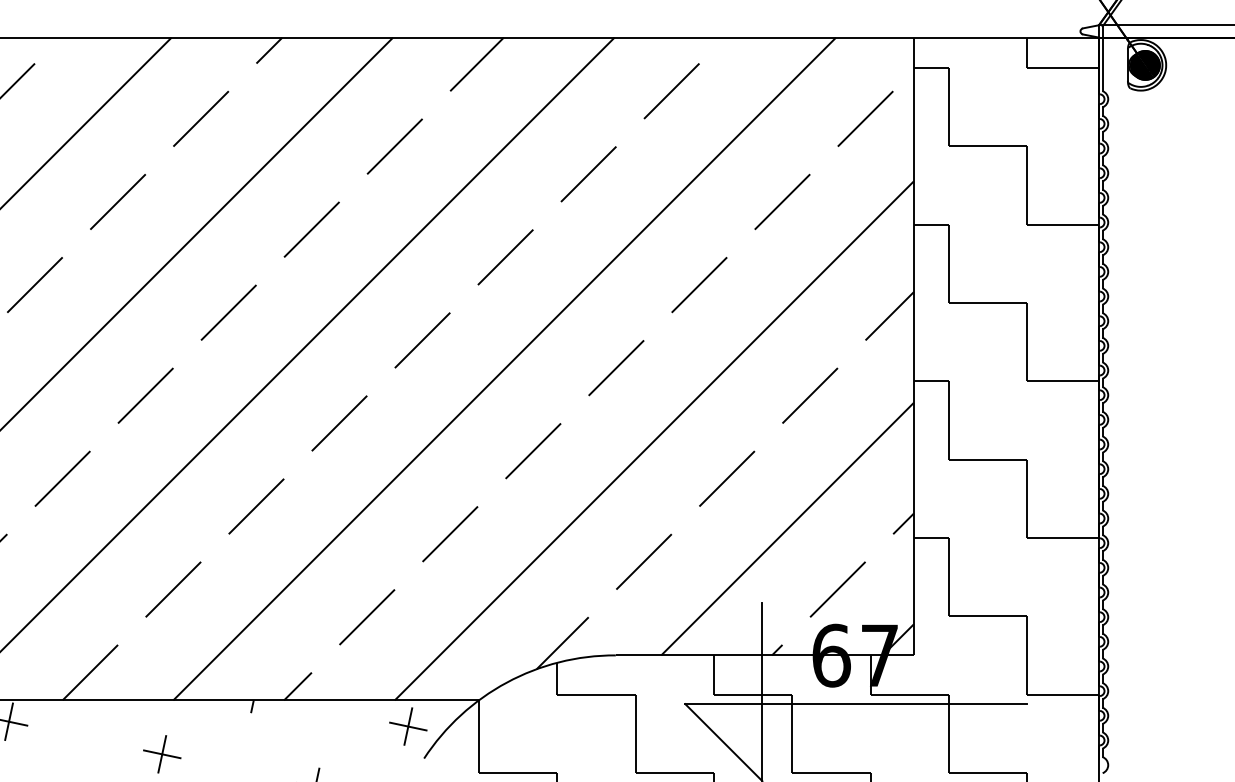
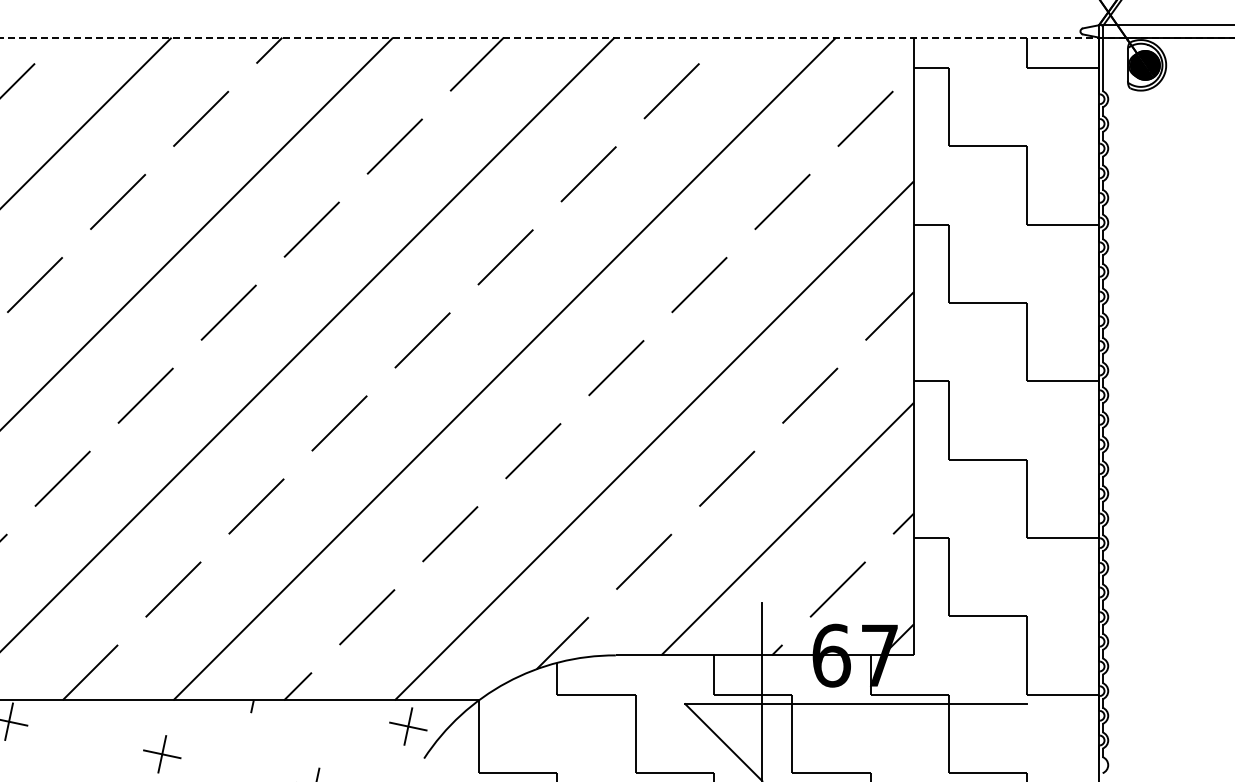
line at (616, 37): solid -> dashed
